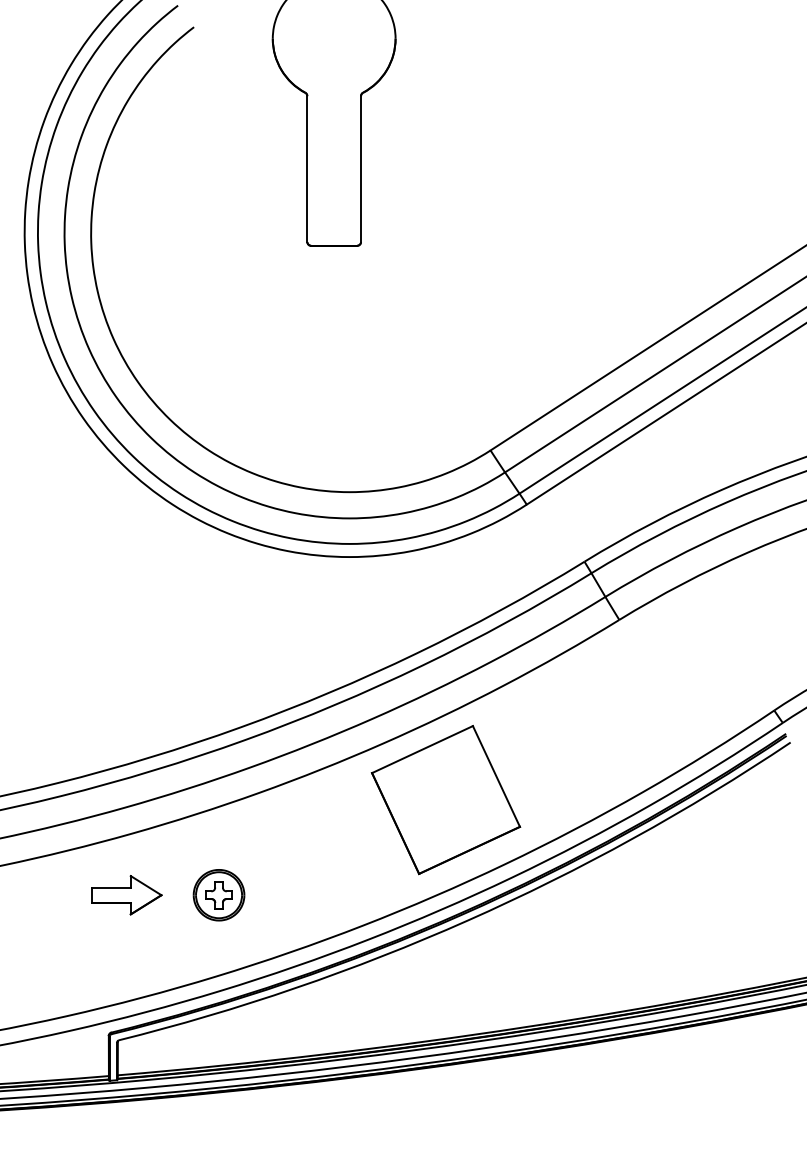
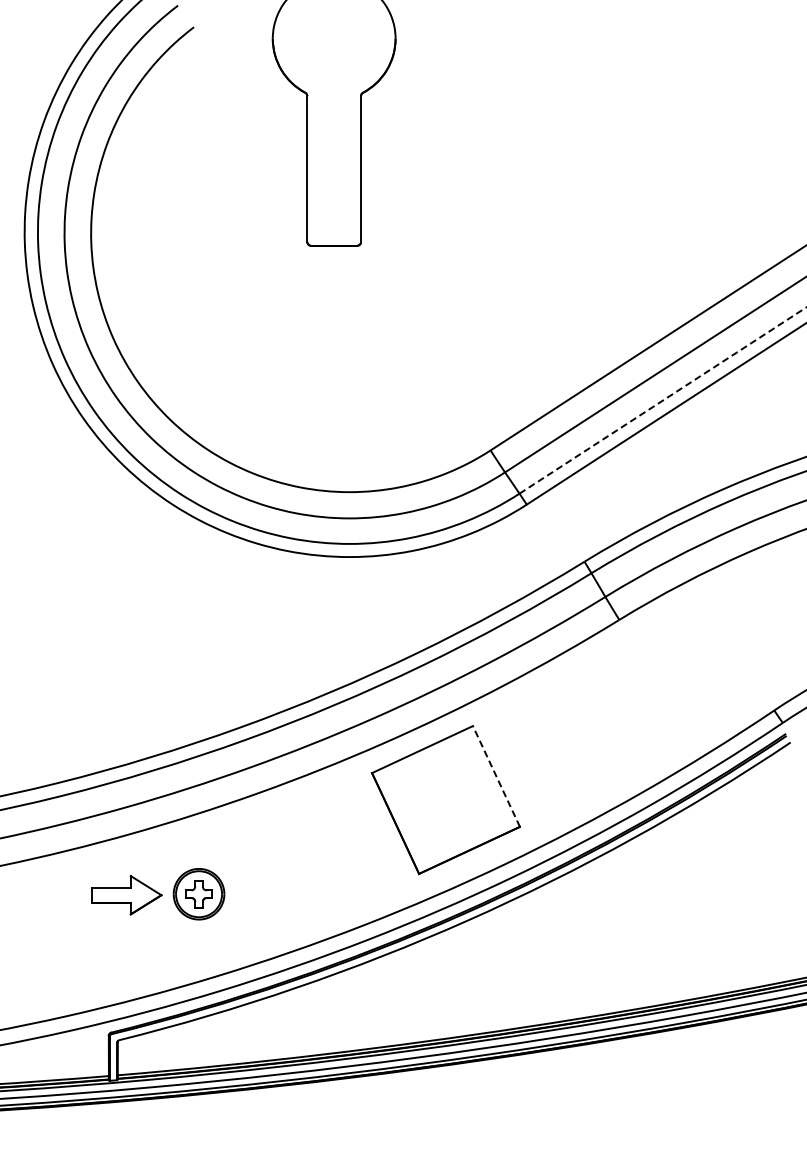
line at (662, 400): solid -> dashed
line at (496, 776): solid -> dashed
part at (218, 895) position: (218, 895) -> (198, 894)
